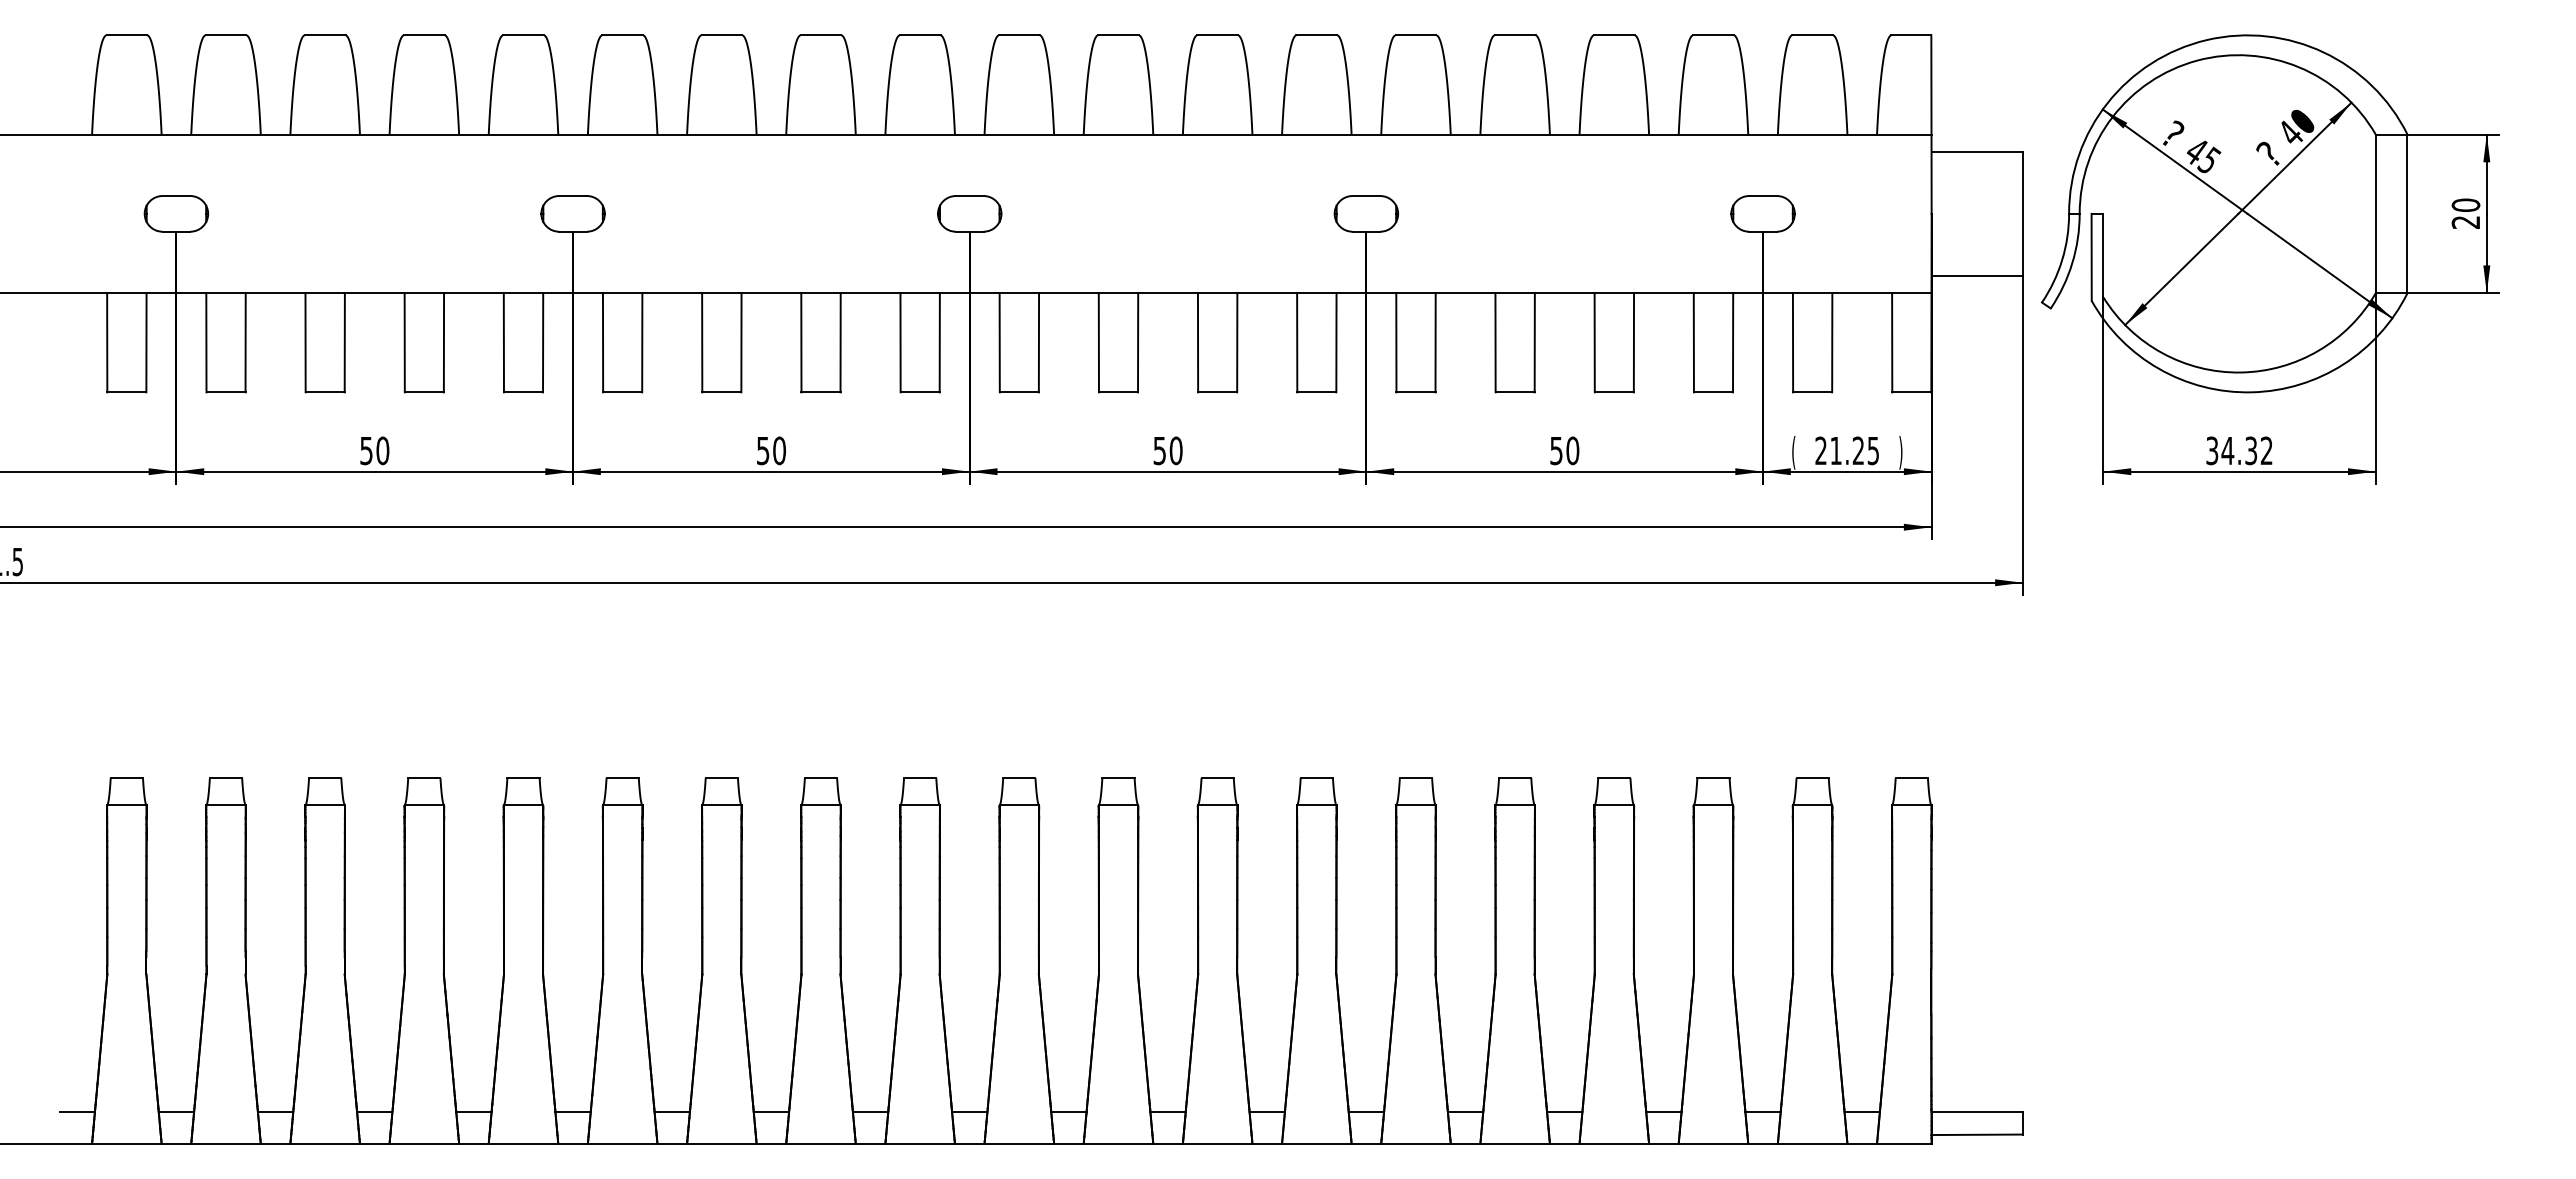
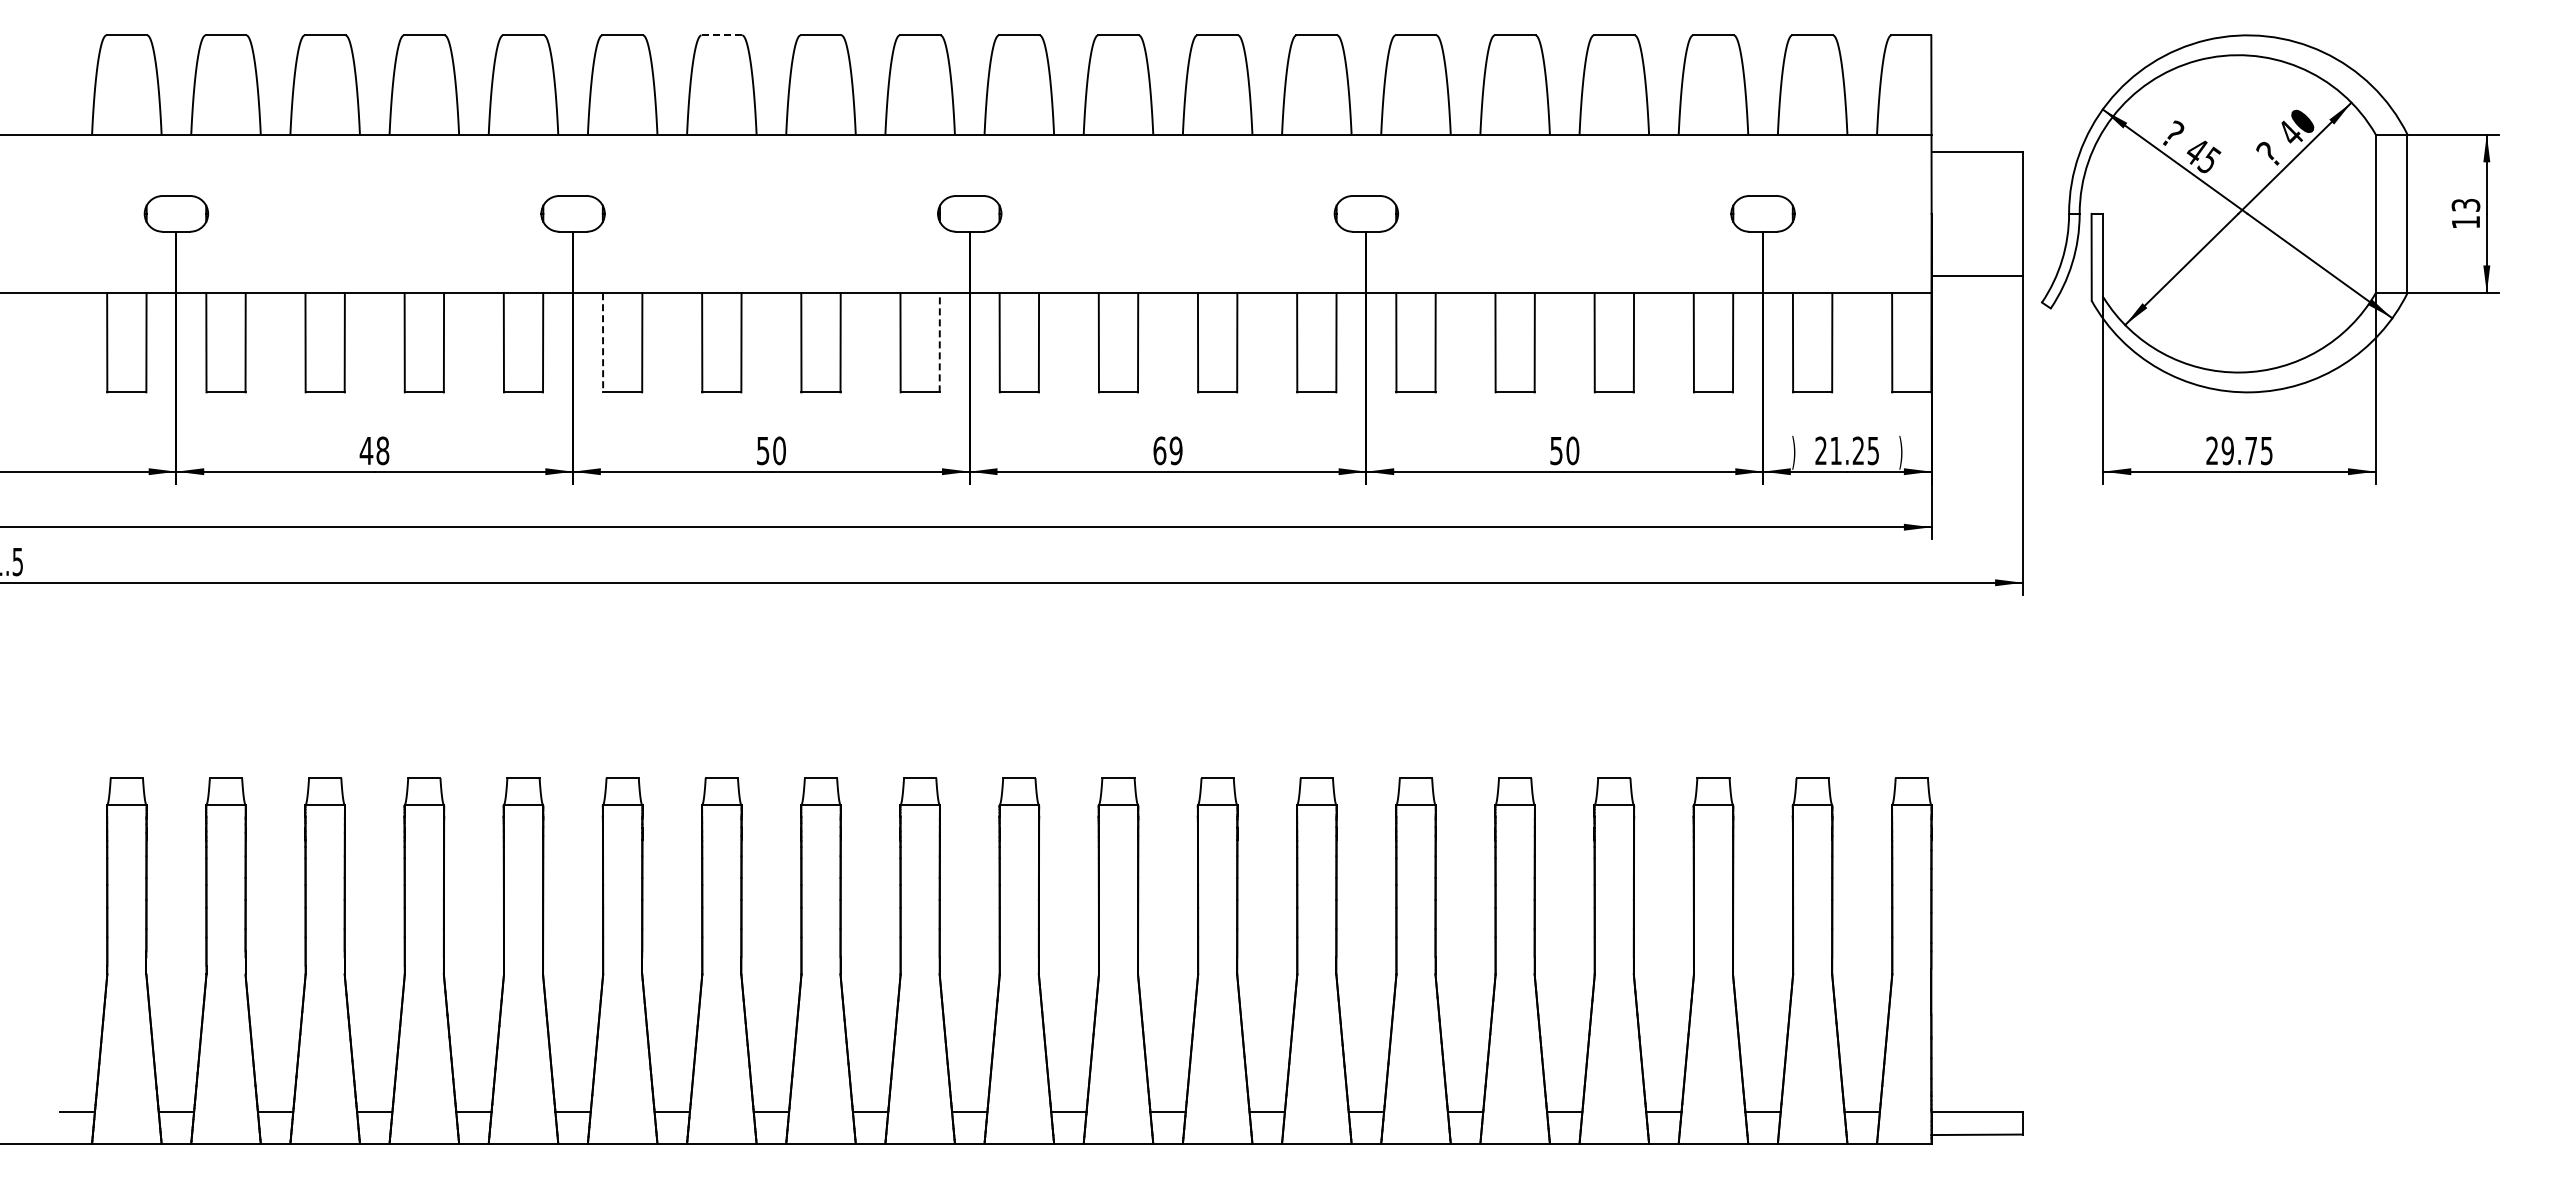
line at (722, 35): solid -> dashed
text at (2465, 213): 20 -> 13
line at (603, 342): solid -> dashed
line at (939, 342): solid -> dashed
text at (1167, 450): 50 -> 69
text at (2239, 450): 34.32 -> 29.75
text at (374, 451): 50 -> 48
text at (1793, 452): ( -> )
